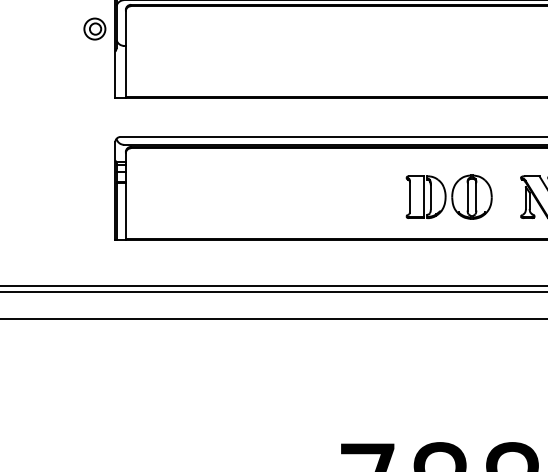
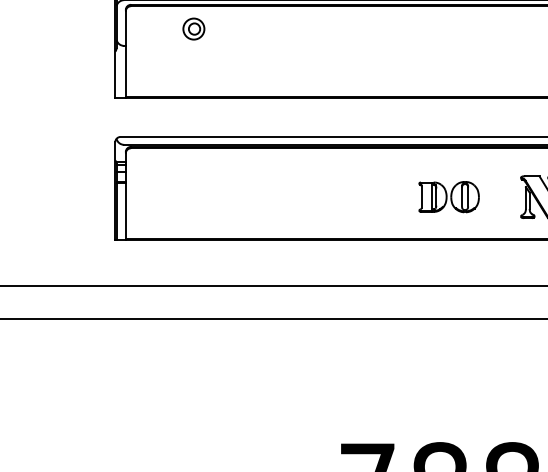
part at (94, 28) position: (94, 28) -> (193, 28)
part at (448, 196) size: 88x46 px -> 62x33 px
line at (273, 292): present -> none
